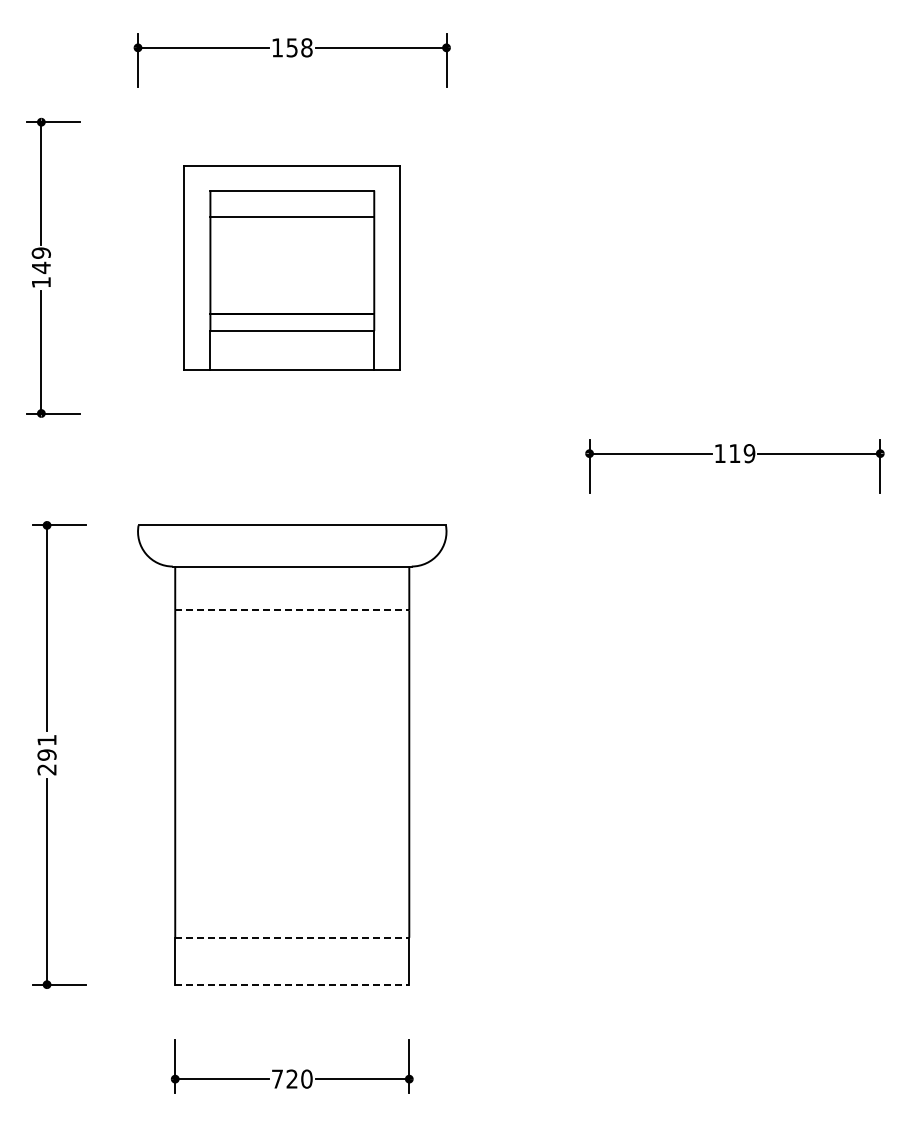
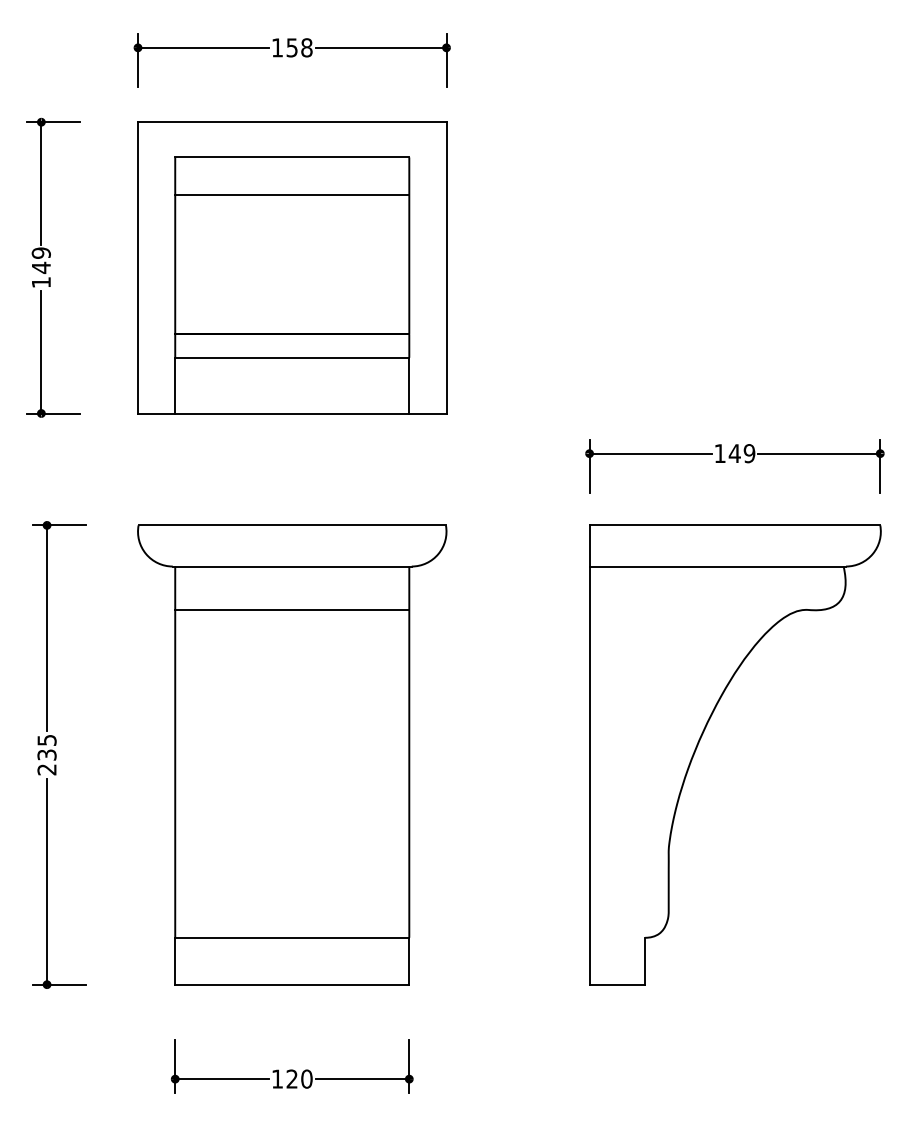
part at (291, 267) size: 218x206 px -> 311x294 px
text at (734, 453): 119 -> 149
line at (292, 610): dashed -> solid
part at (701, 738): none -> present
text at (46, 747): 291 -> 235
line at (292, 937): dashed -> solid
line at (292, 984): dashed -> solid
text at (277, 1078): 720 -> 120
